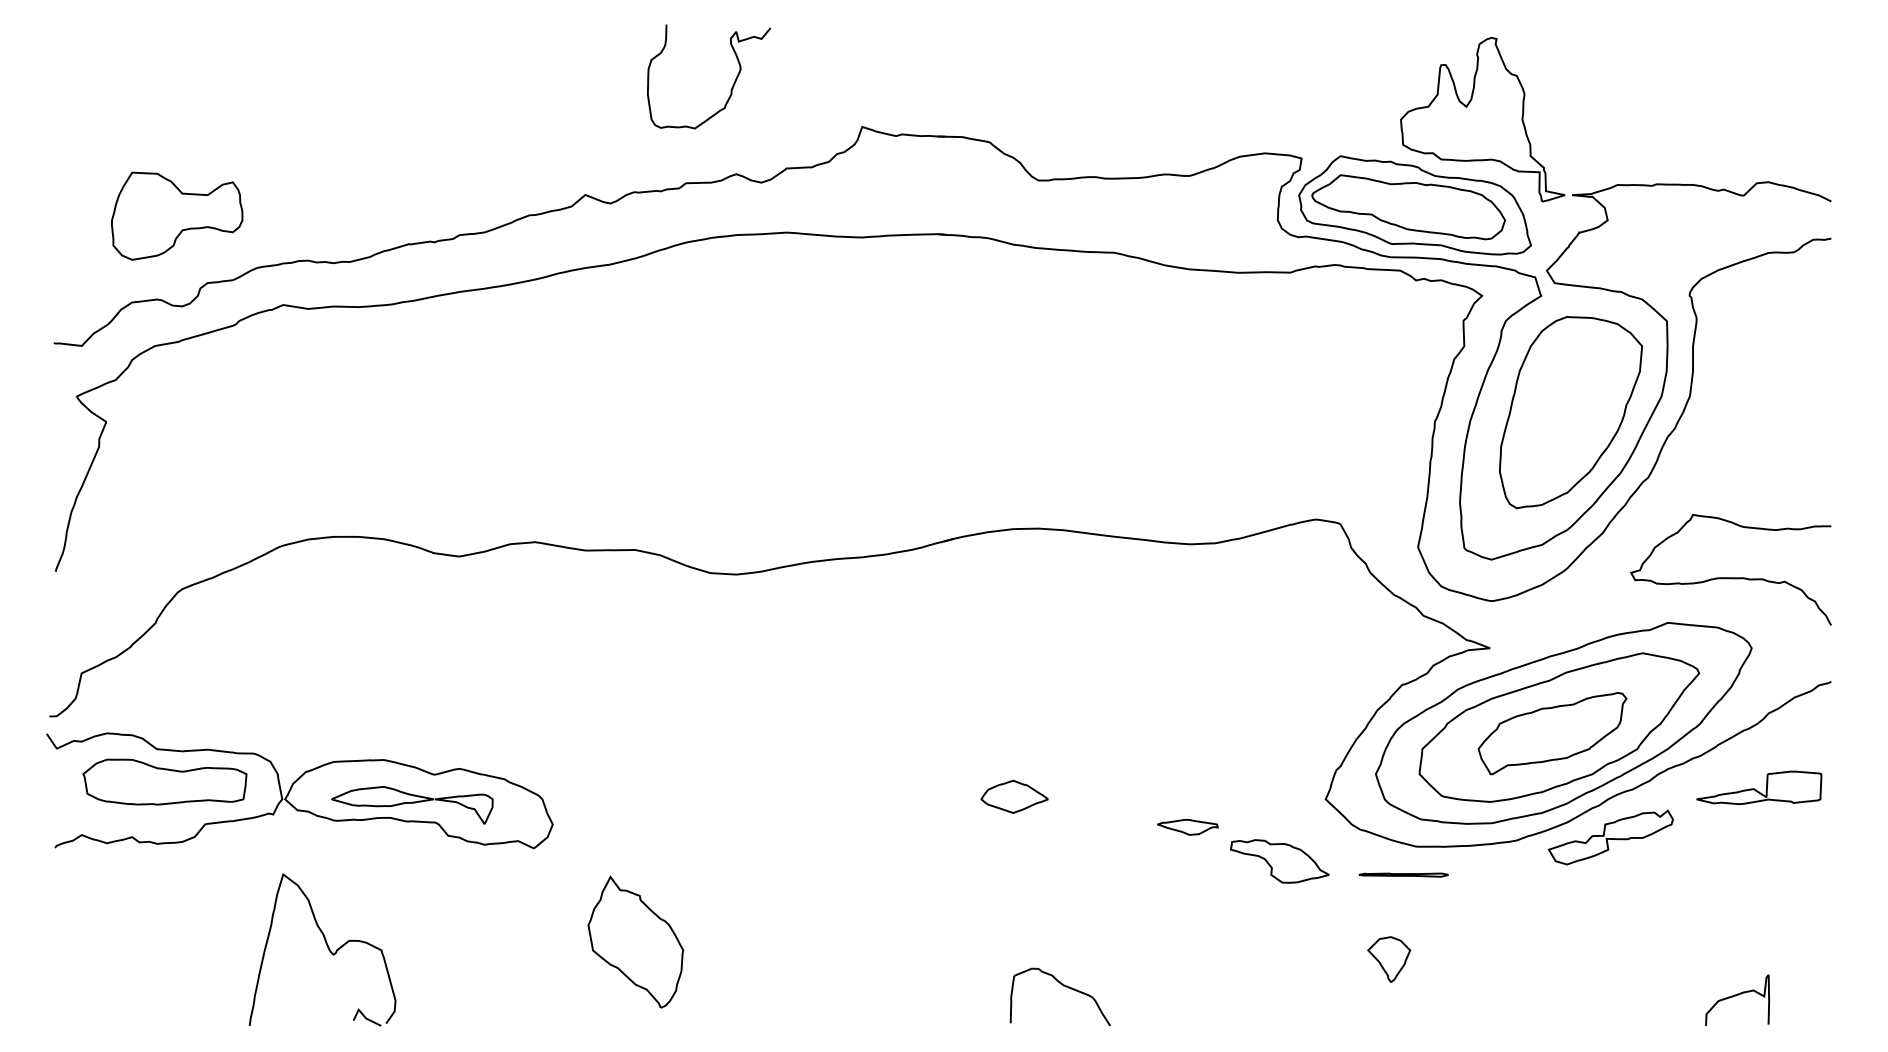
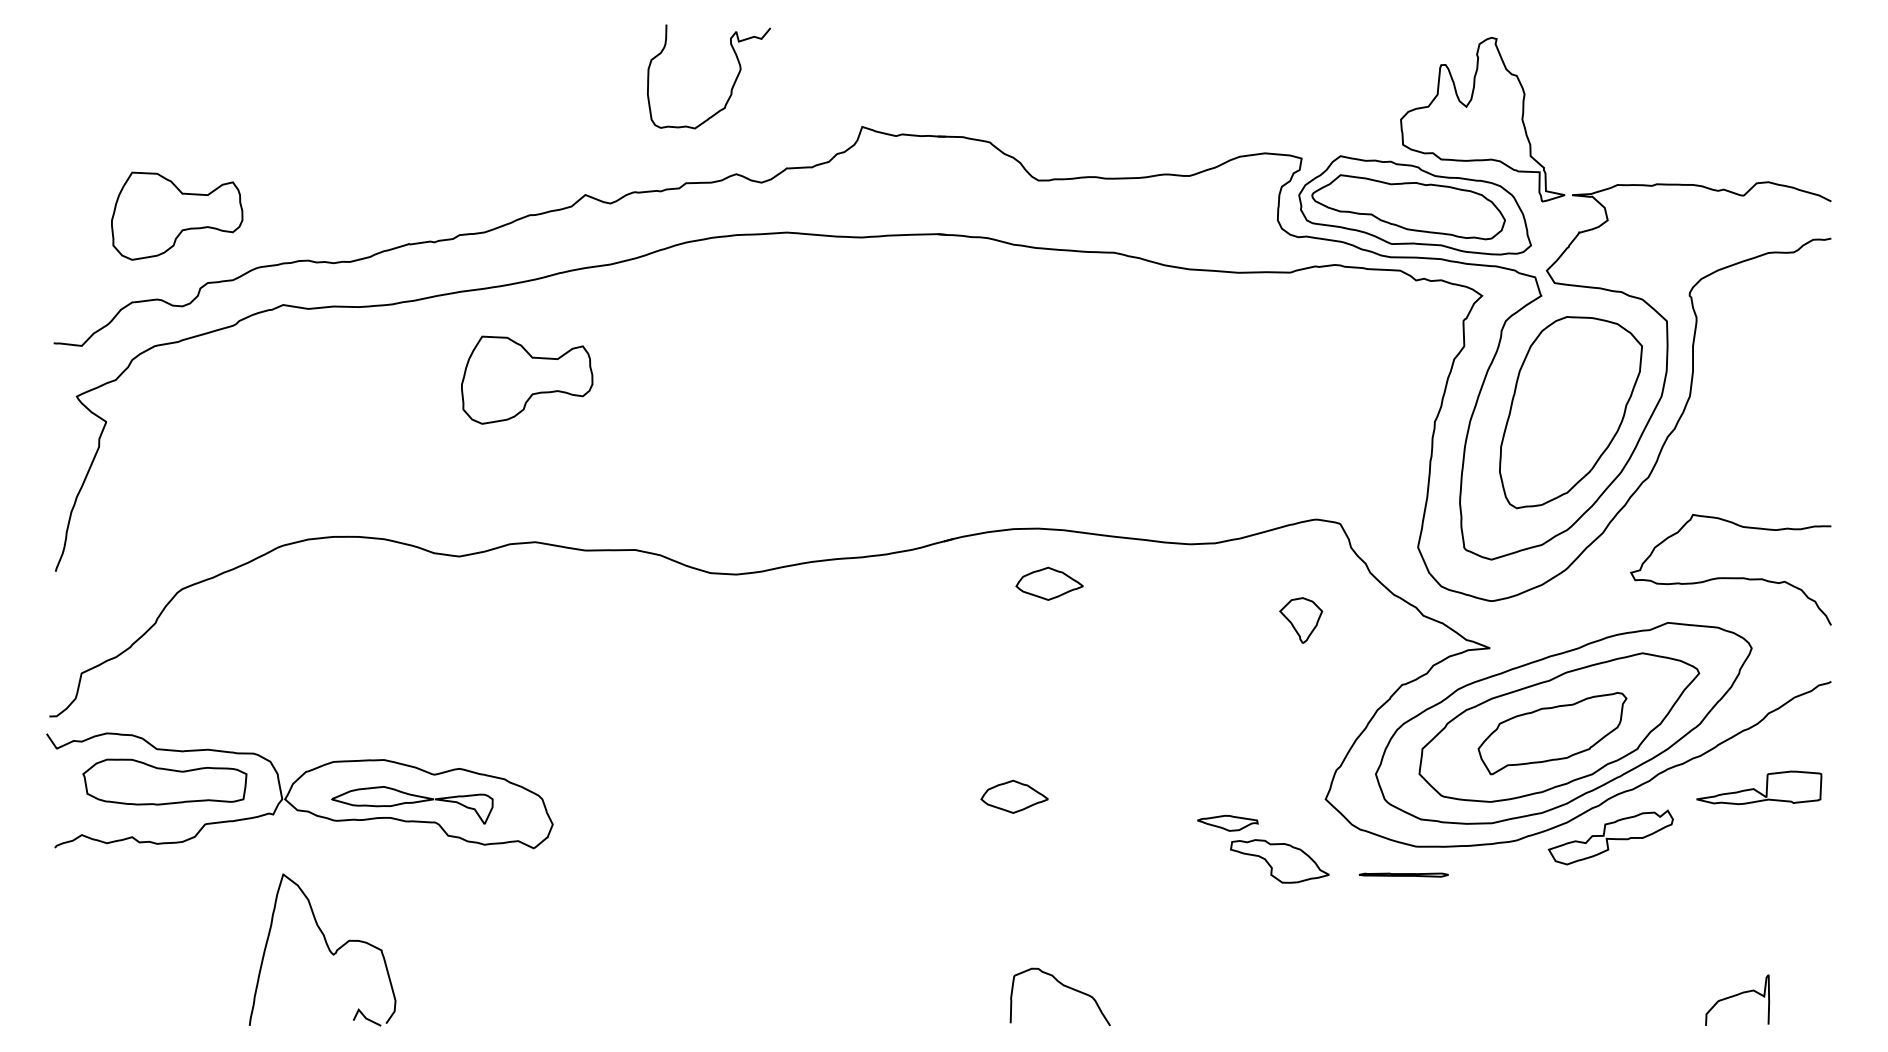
part at (527, 379): none -> present
part at (1049, 583): none -> present
part at (1187, 827) position: (1187, 827) -> (1227, 823)
part at (635, 941): present -> none
part at (1389, 959) position: (1389, 959) -> (1301, 620)
